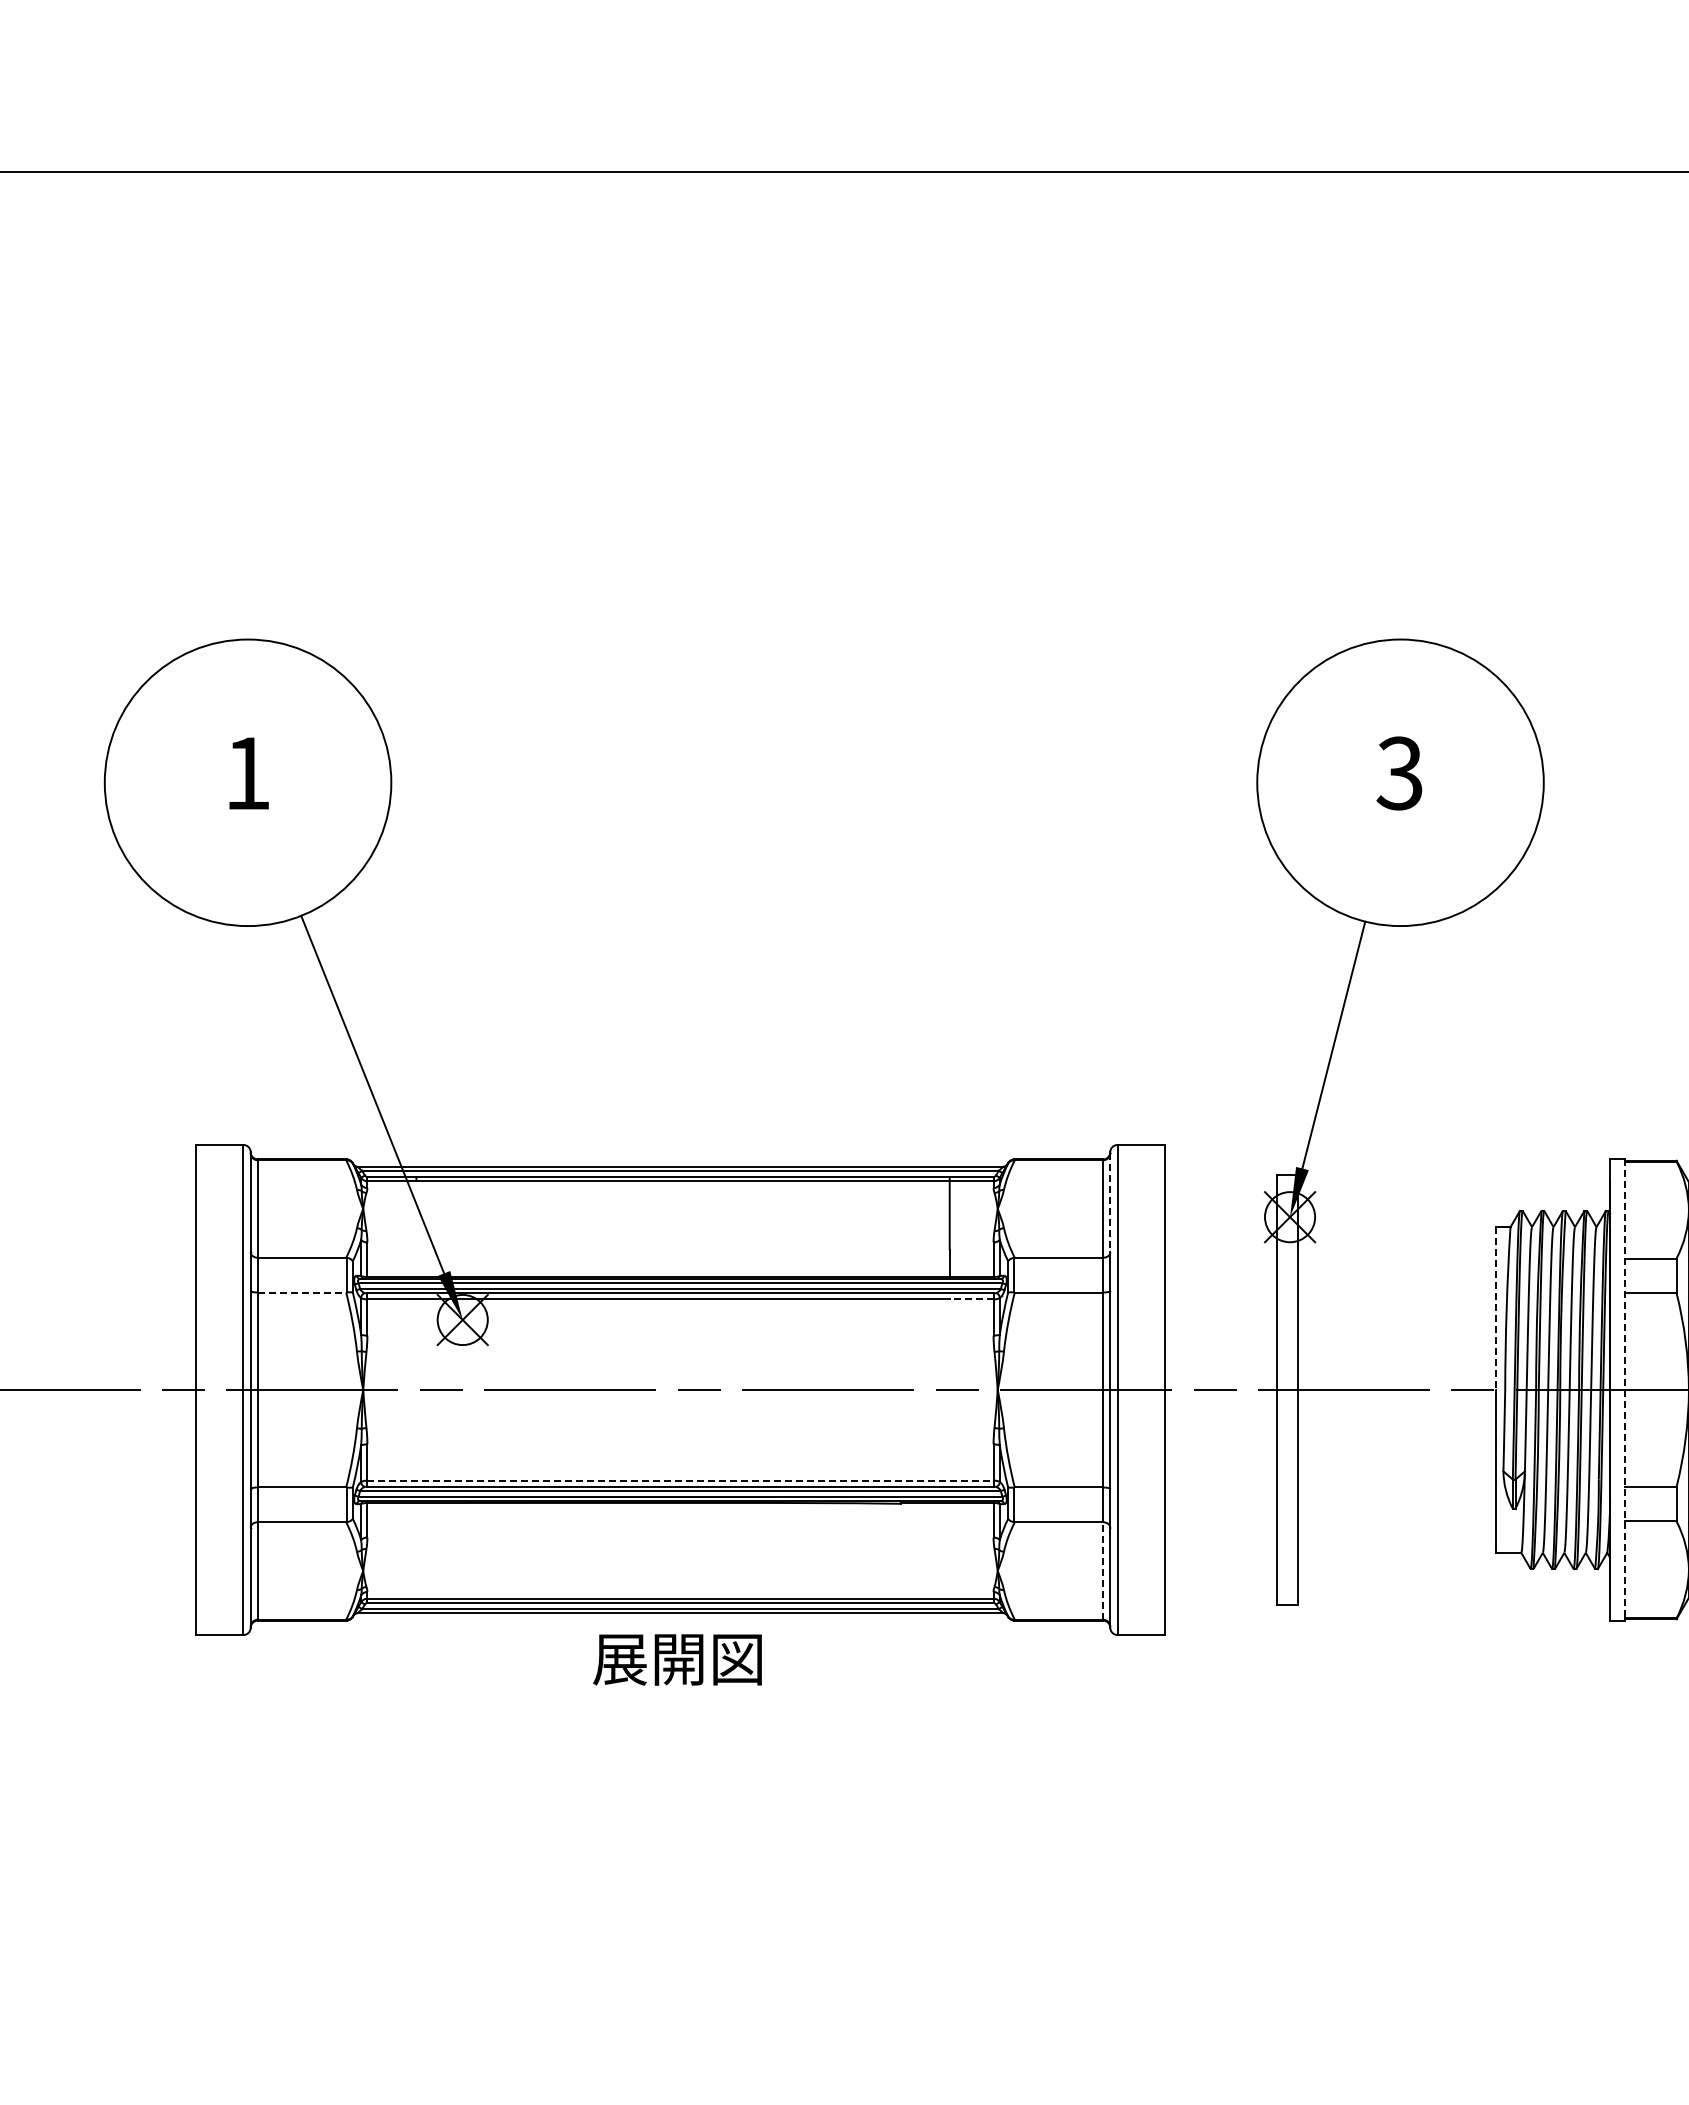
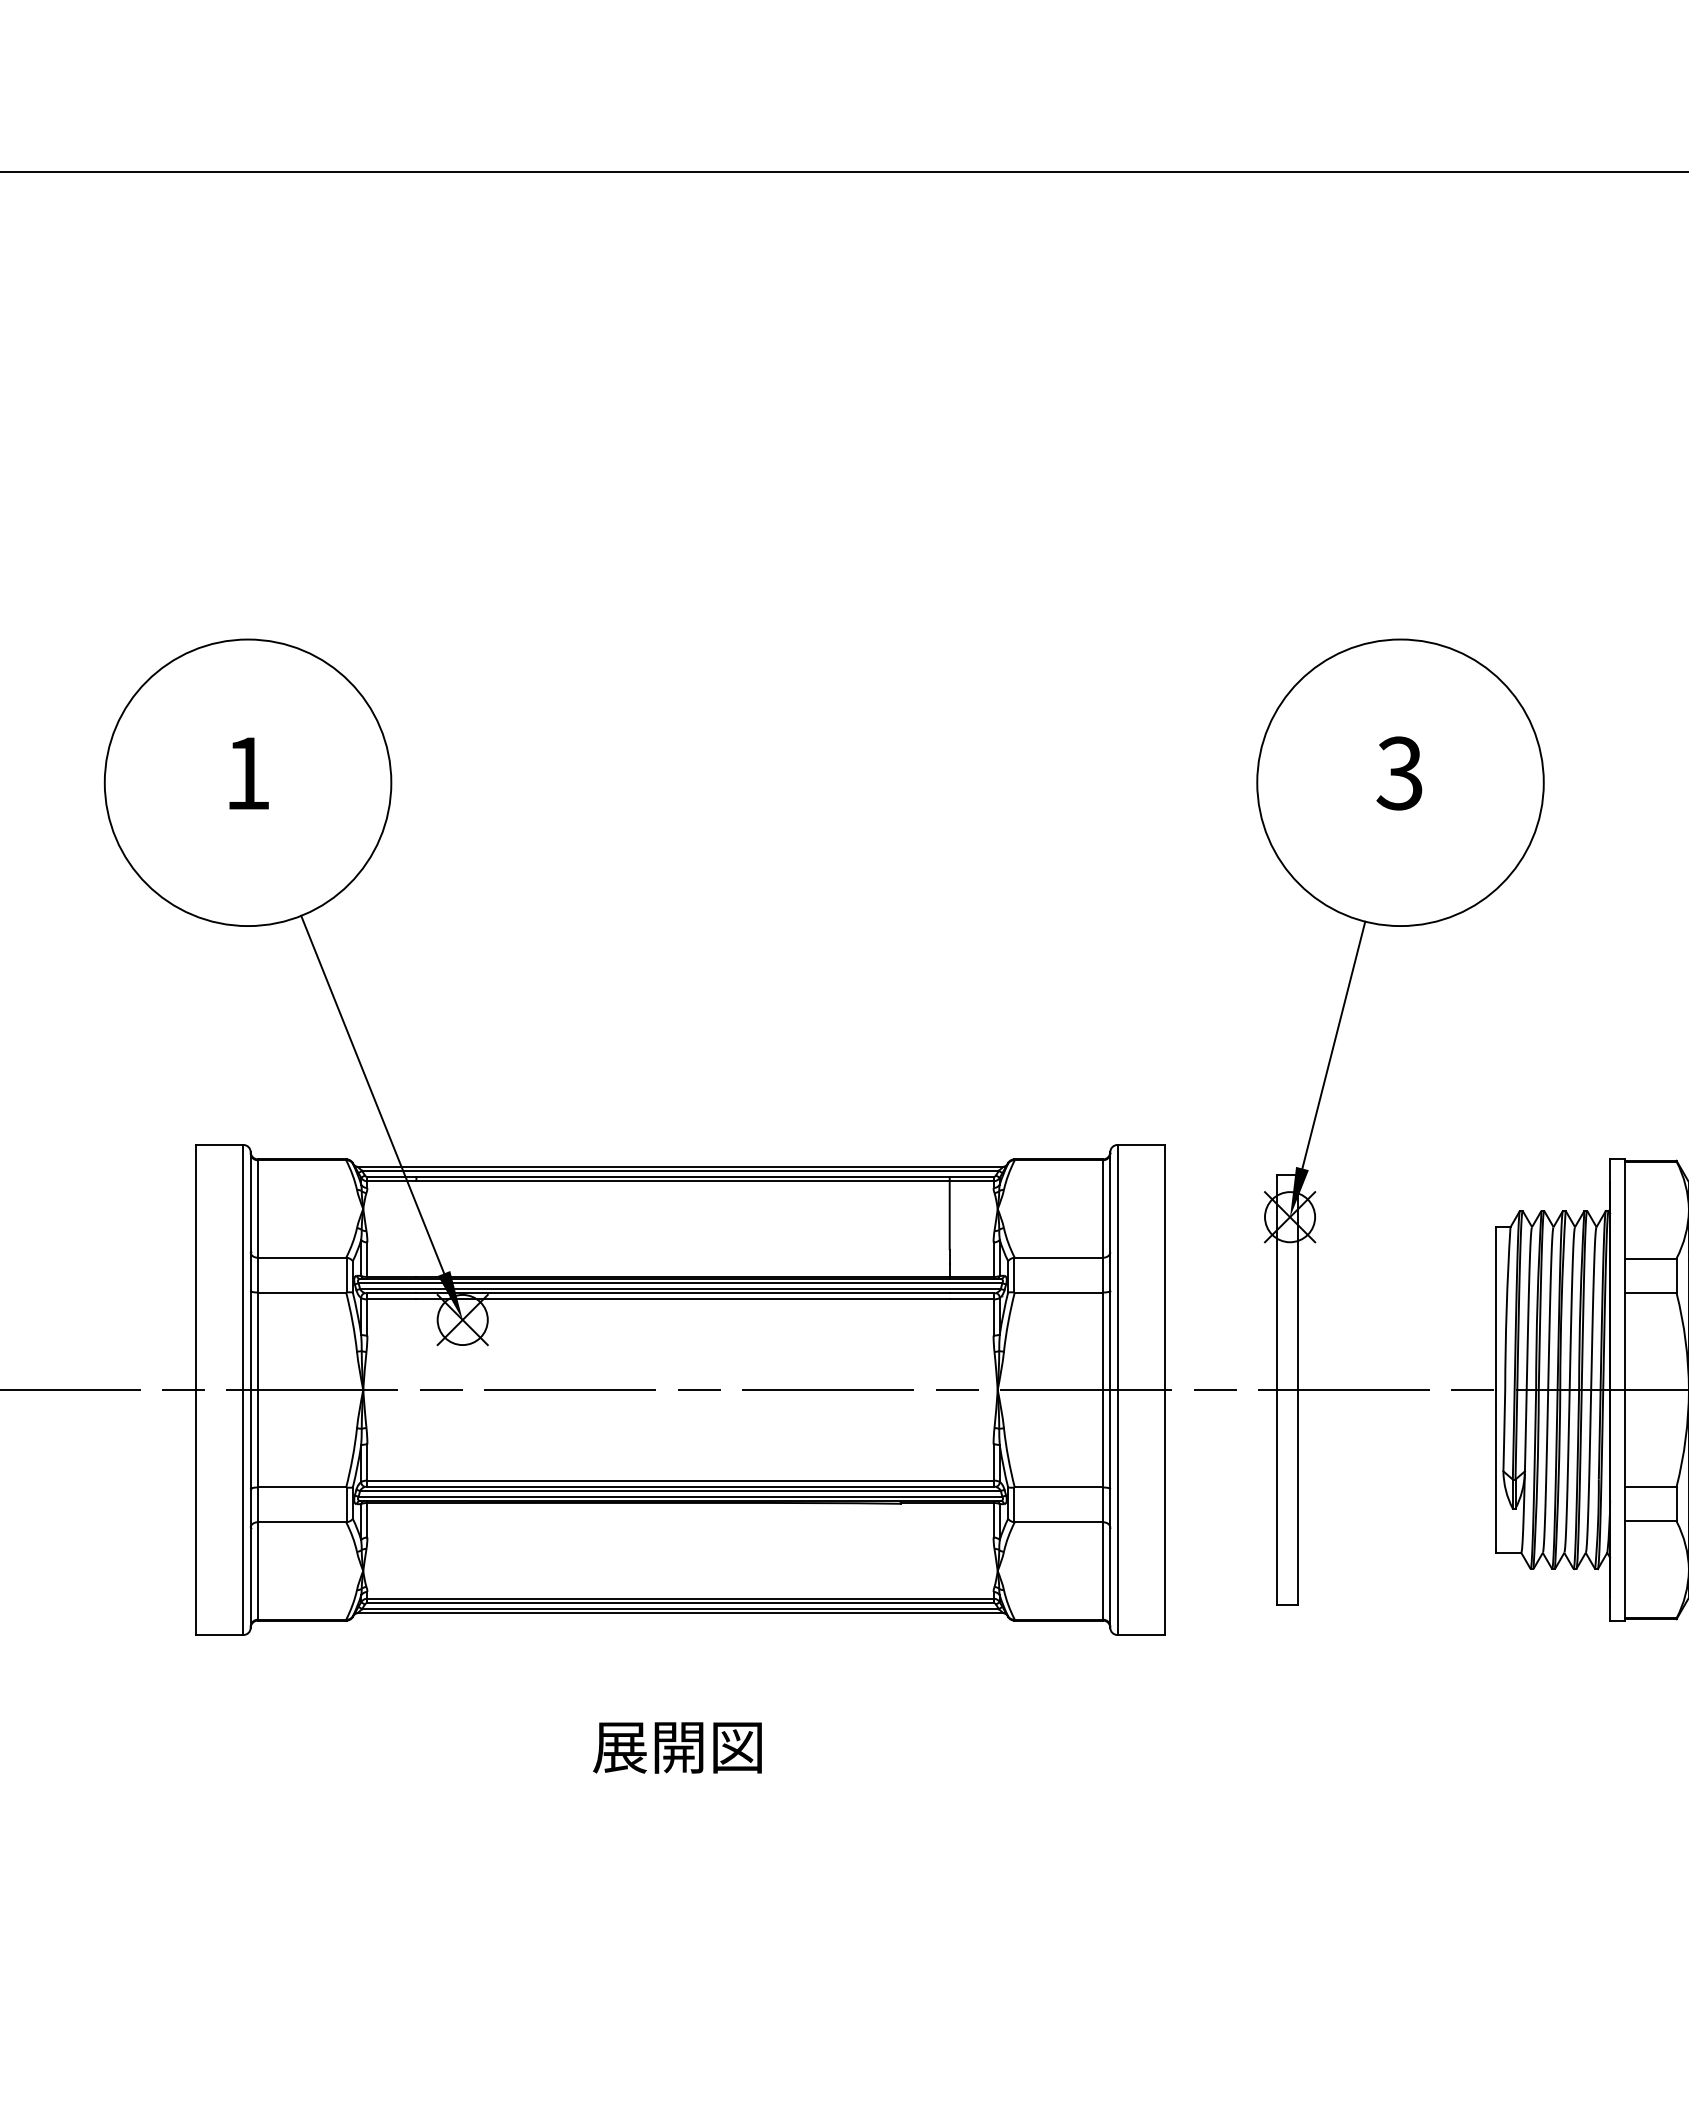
line at (1110, 1202): dashed -> solid
line at (302, 1292): dashed -> solid
line at (971, 1299): dashed -> solid
line at (1495, 1309): dashed -> solid
line at (1624, 1390): dashed -> solid
line at (680, 1480): dashed -> solid
line at (1103, 1570): dashed -> solid
text at (677, 1659) position: (677, 1659) -> (677, 1747)
